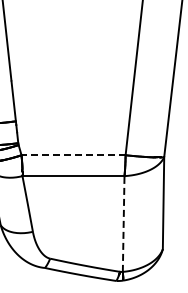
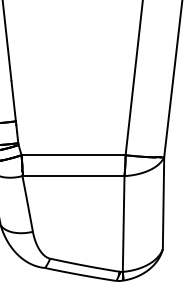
line at (73, 155): dashed -> solid
line at (123, 224): dashed -> solid
